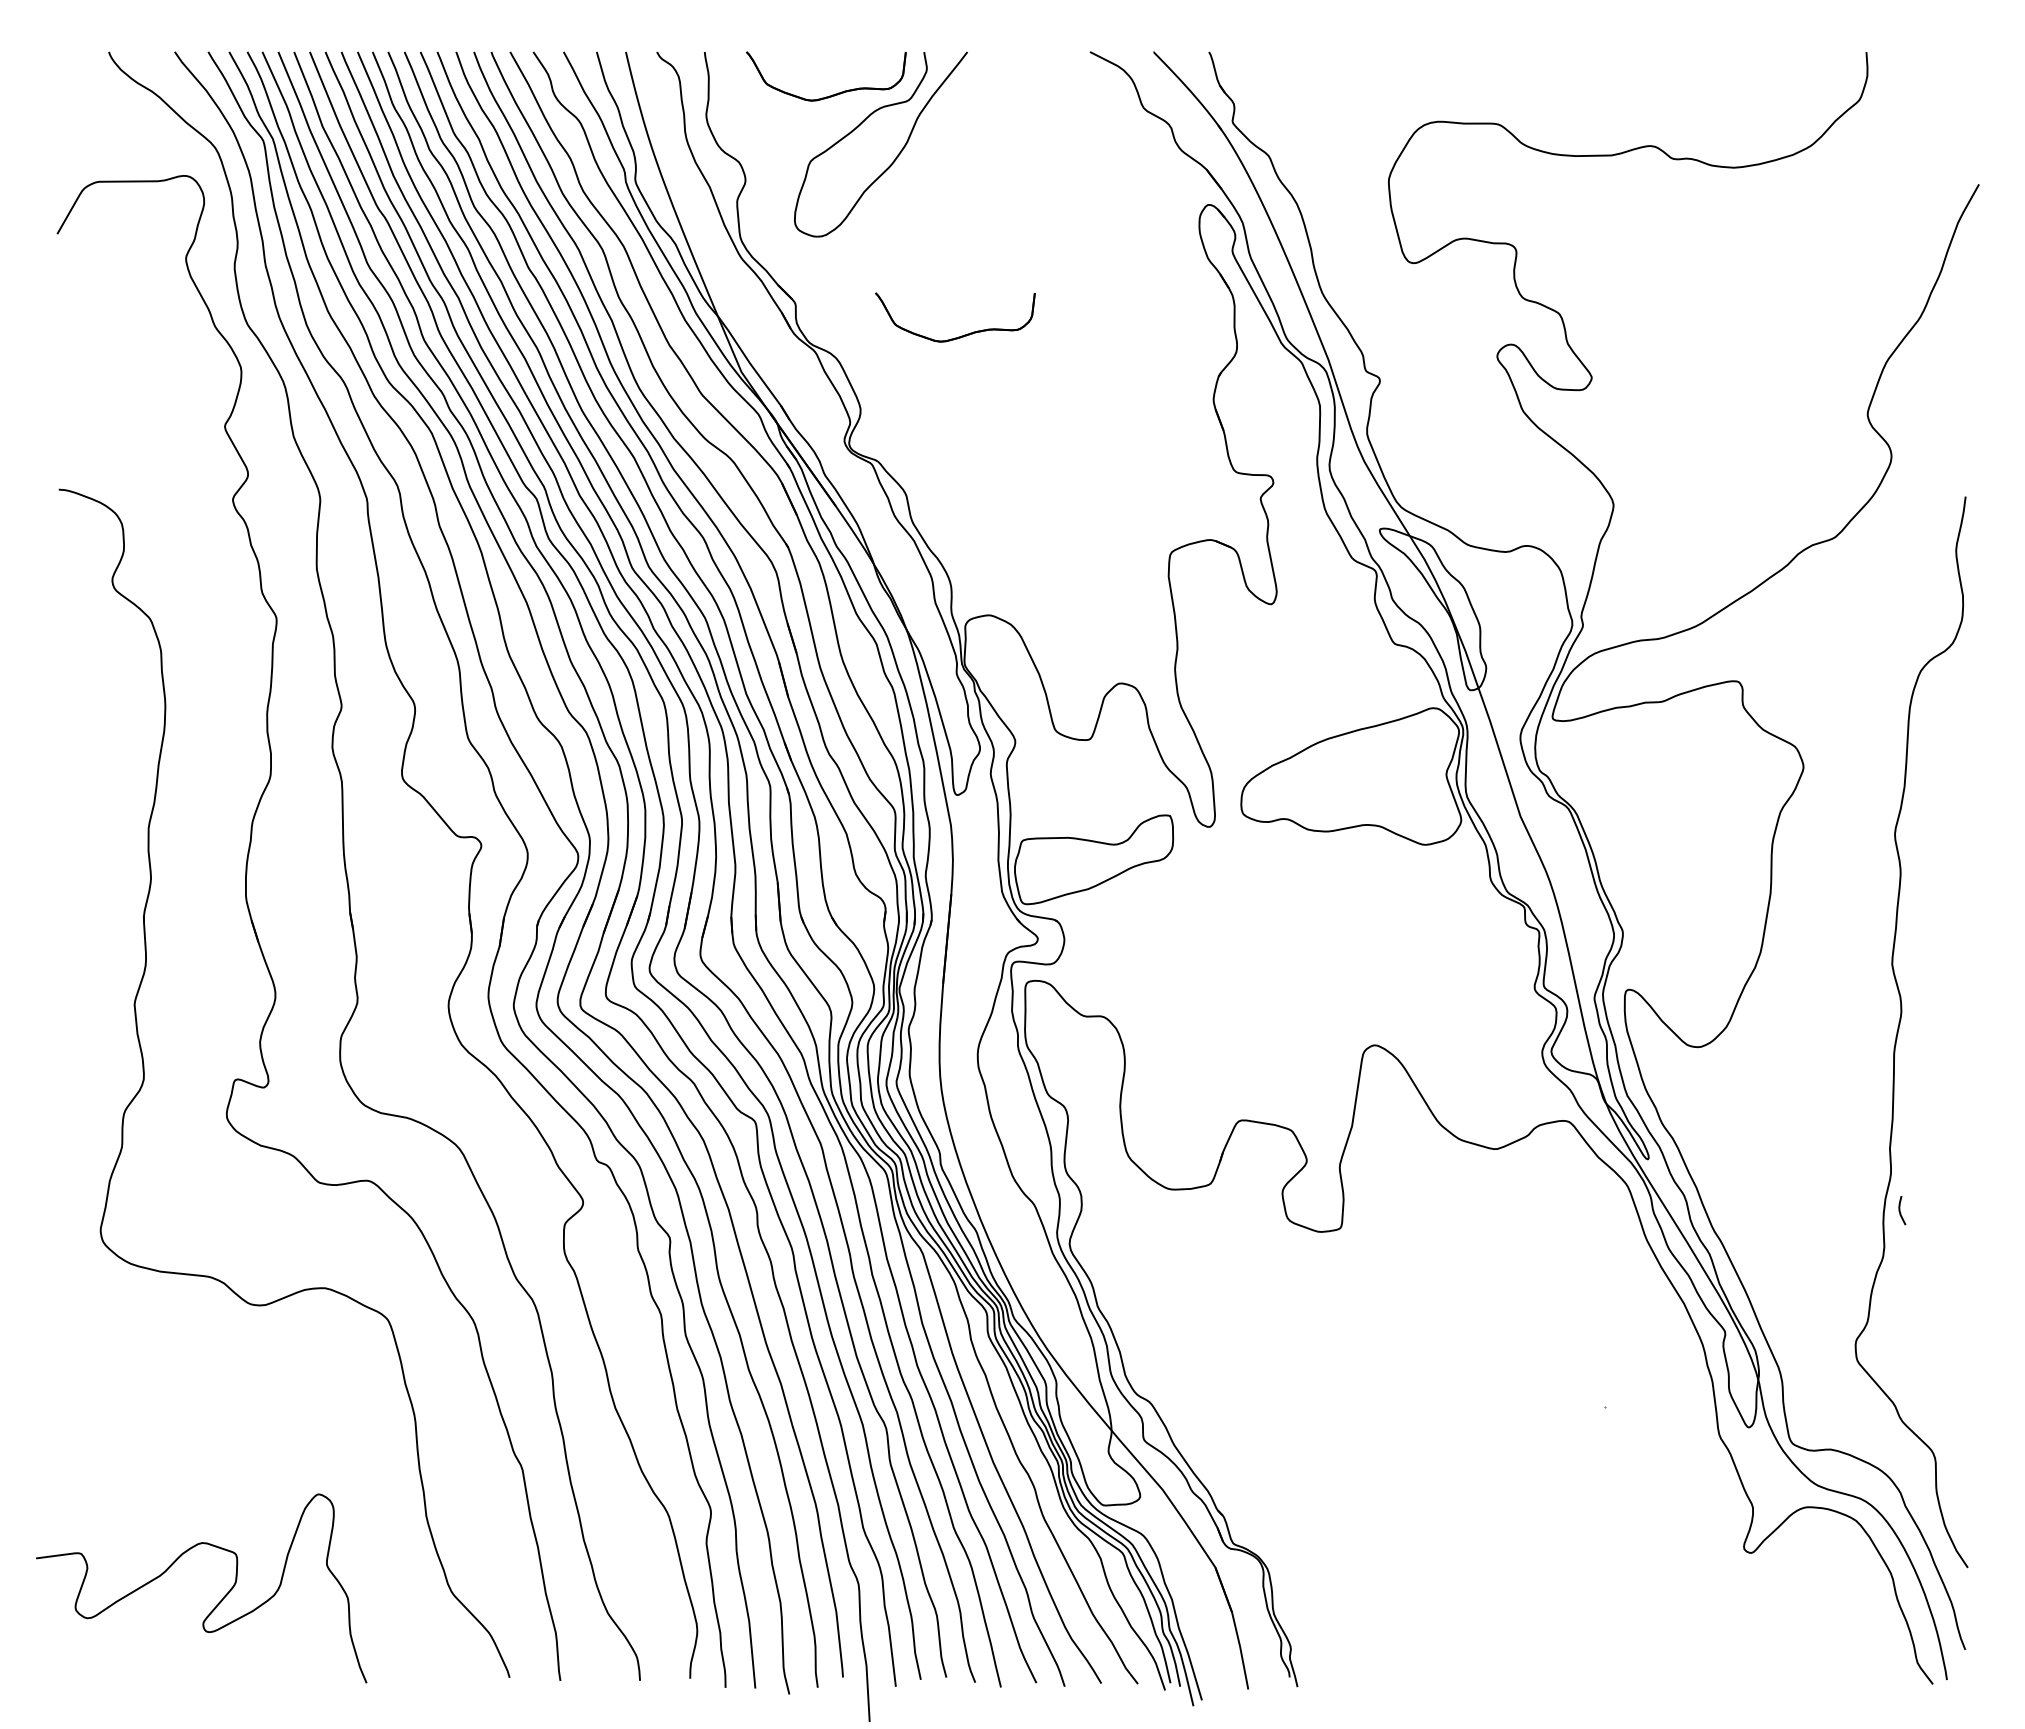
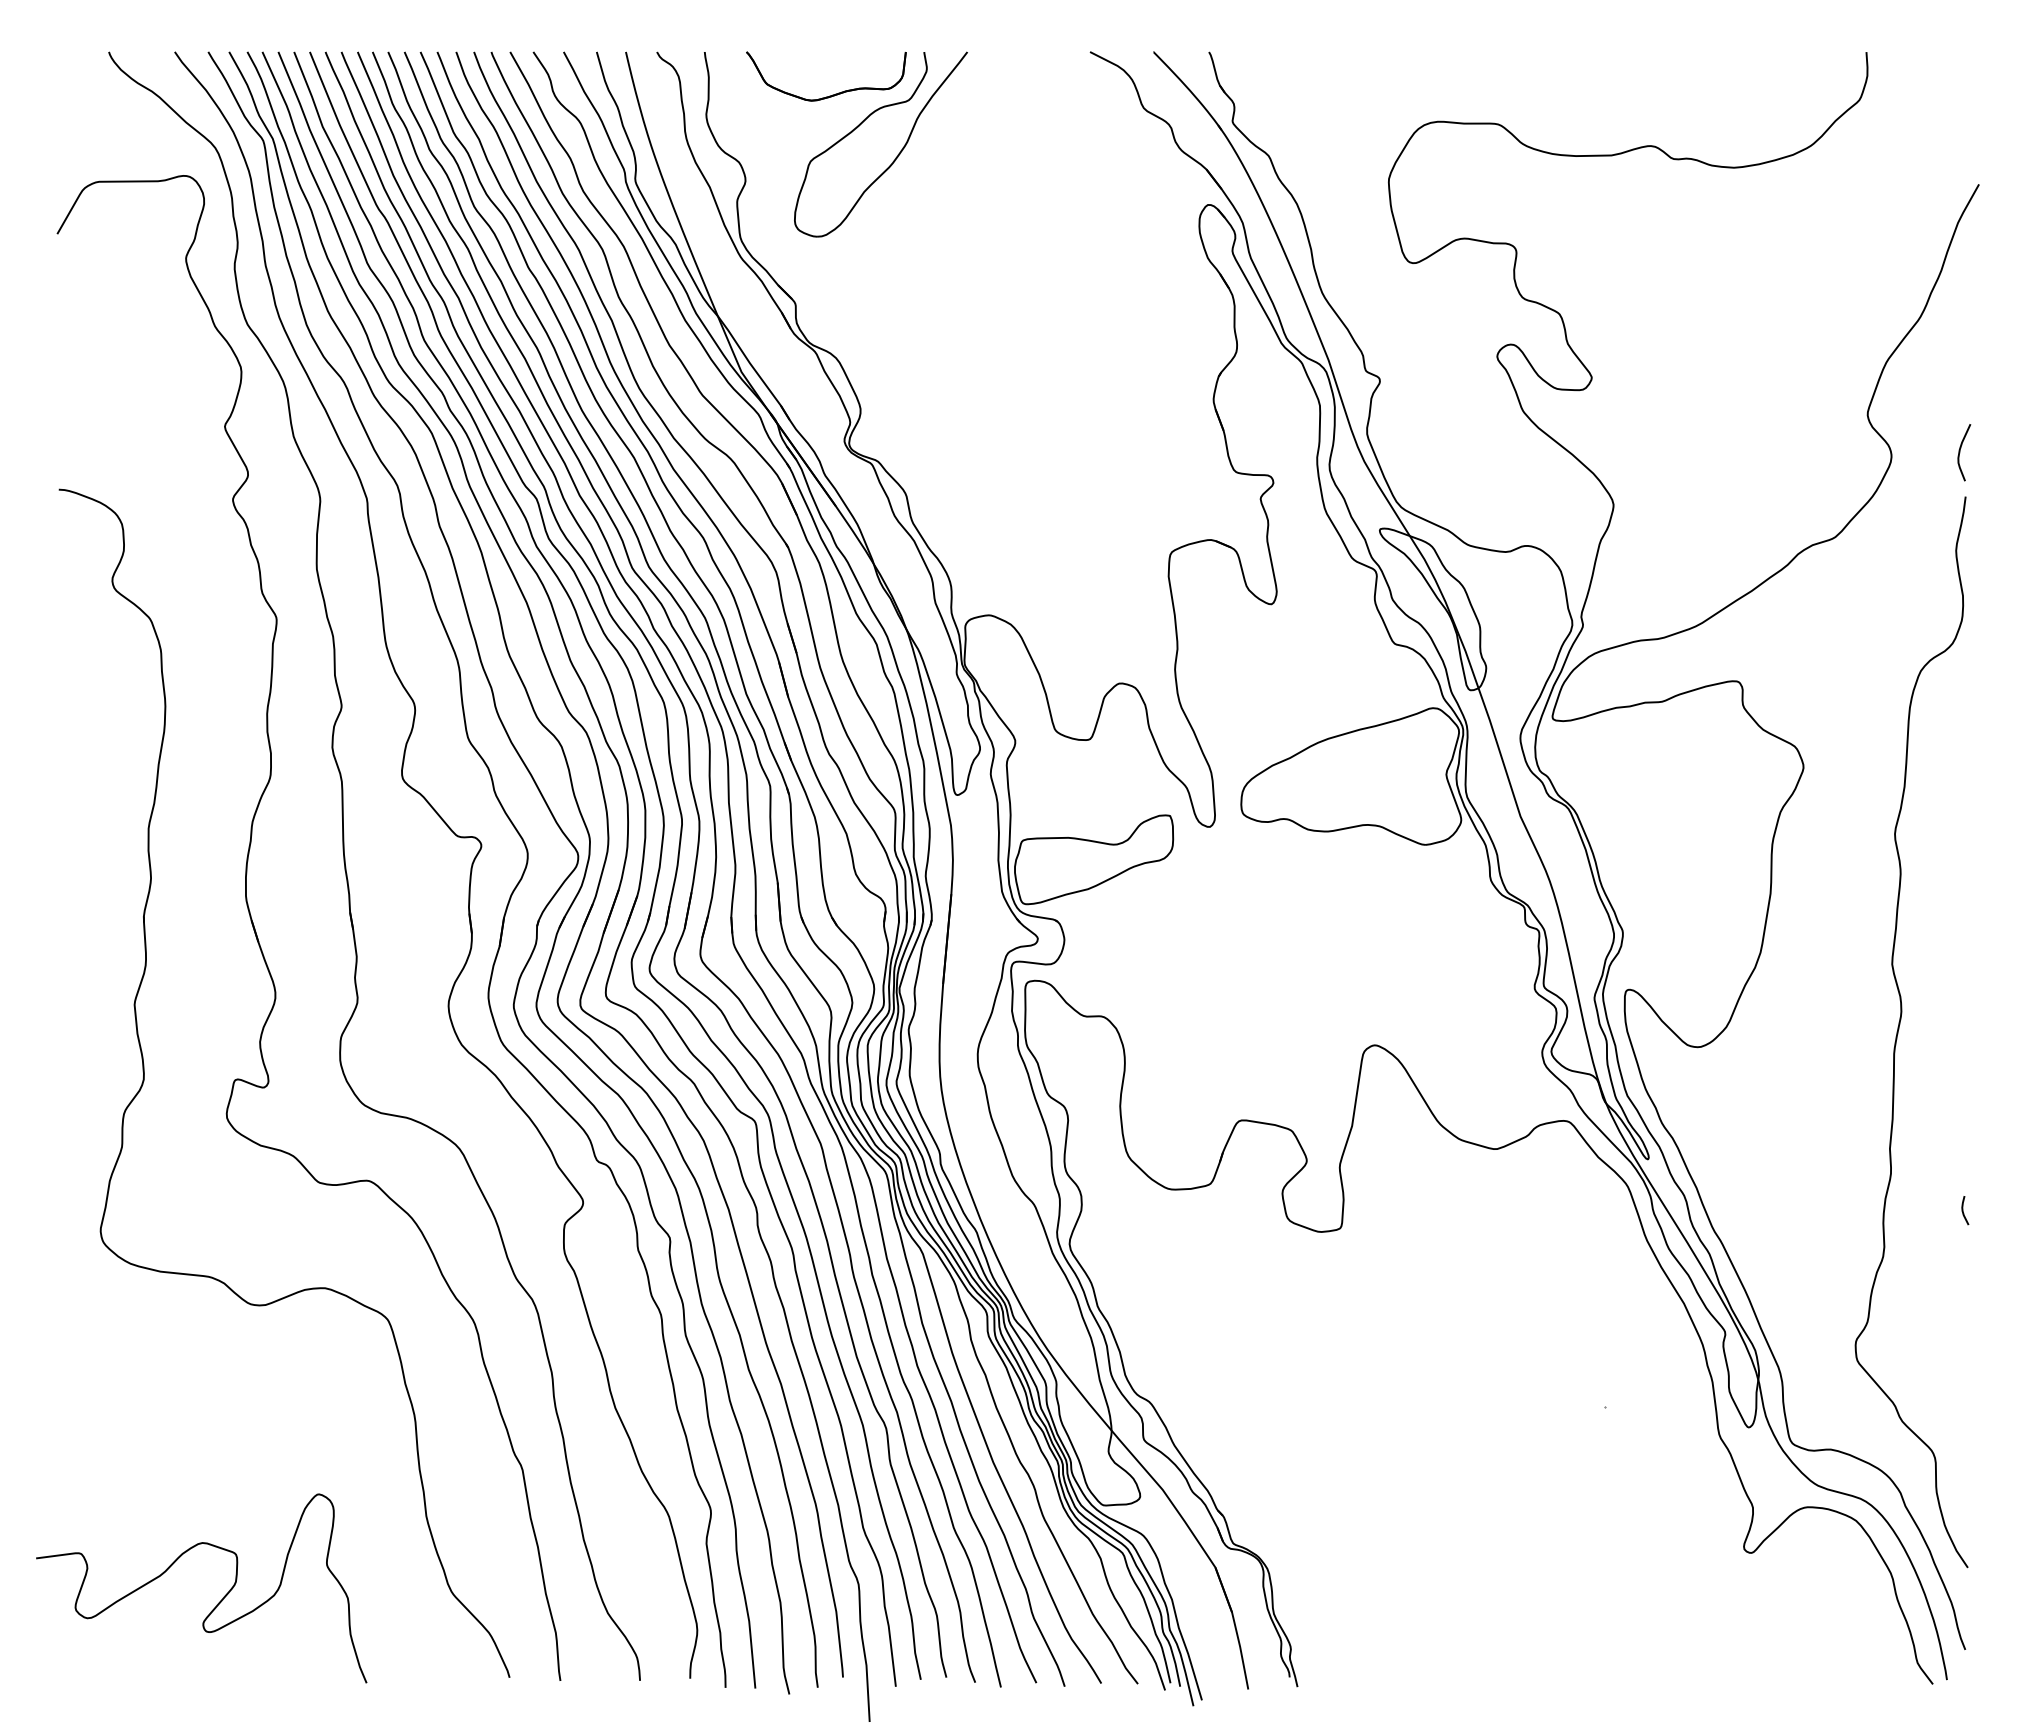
part at (961, 335): present -> none
curve at (1960, 452): none -> present
curve at (1900, 1210) position: (1900, 1210) -> (1963, 1210)
